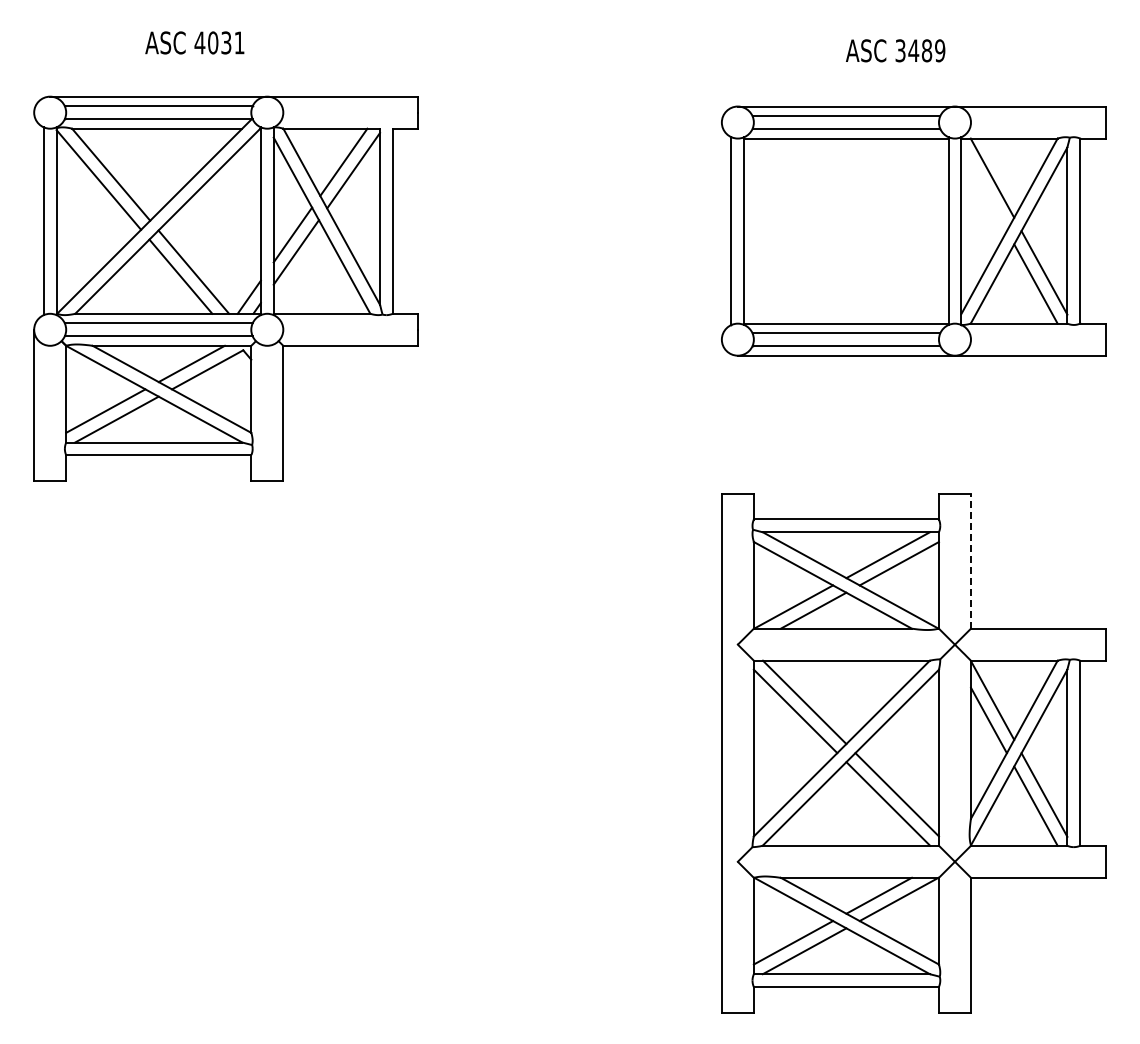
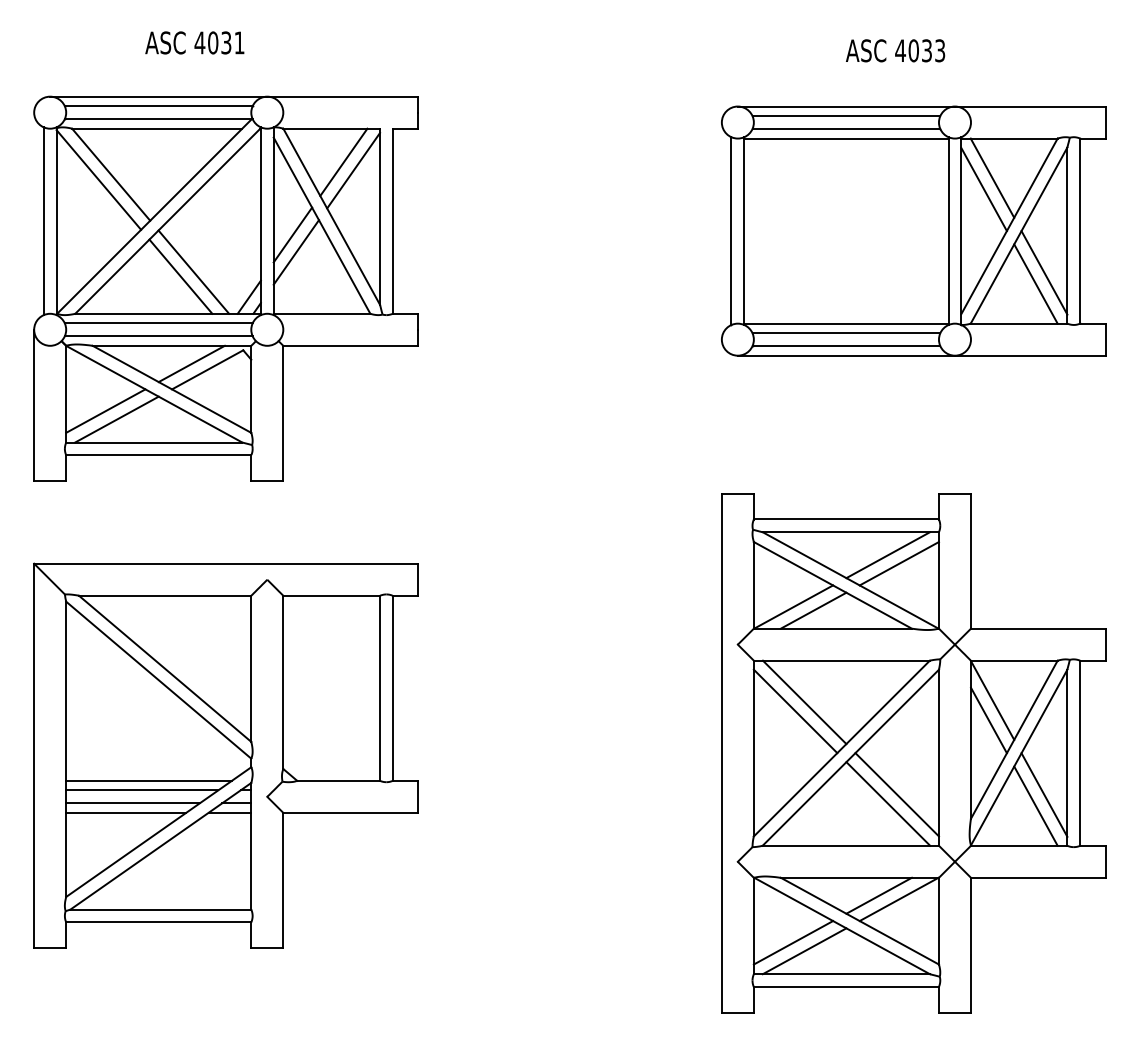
text at (920, 50): 3489 -> 4033
line at (983, 189): none -> present
line at (971, 560): dashed -> solid
part at (225, 755): none -> present
